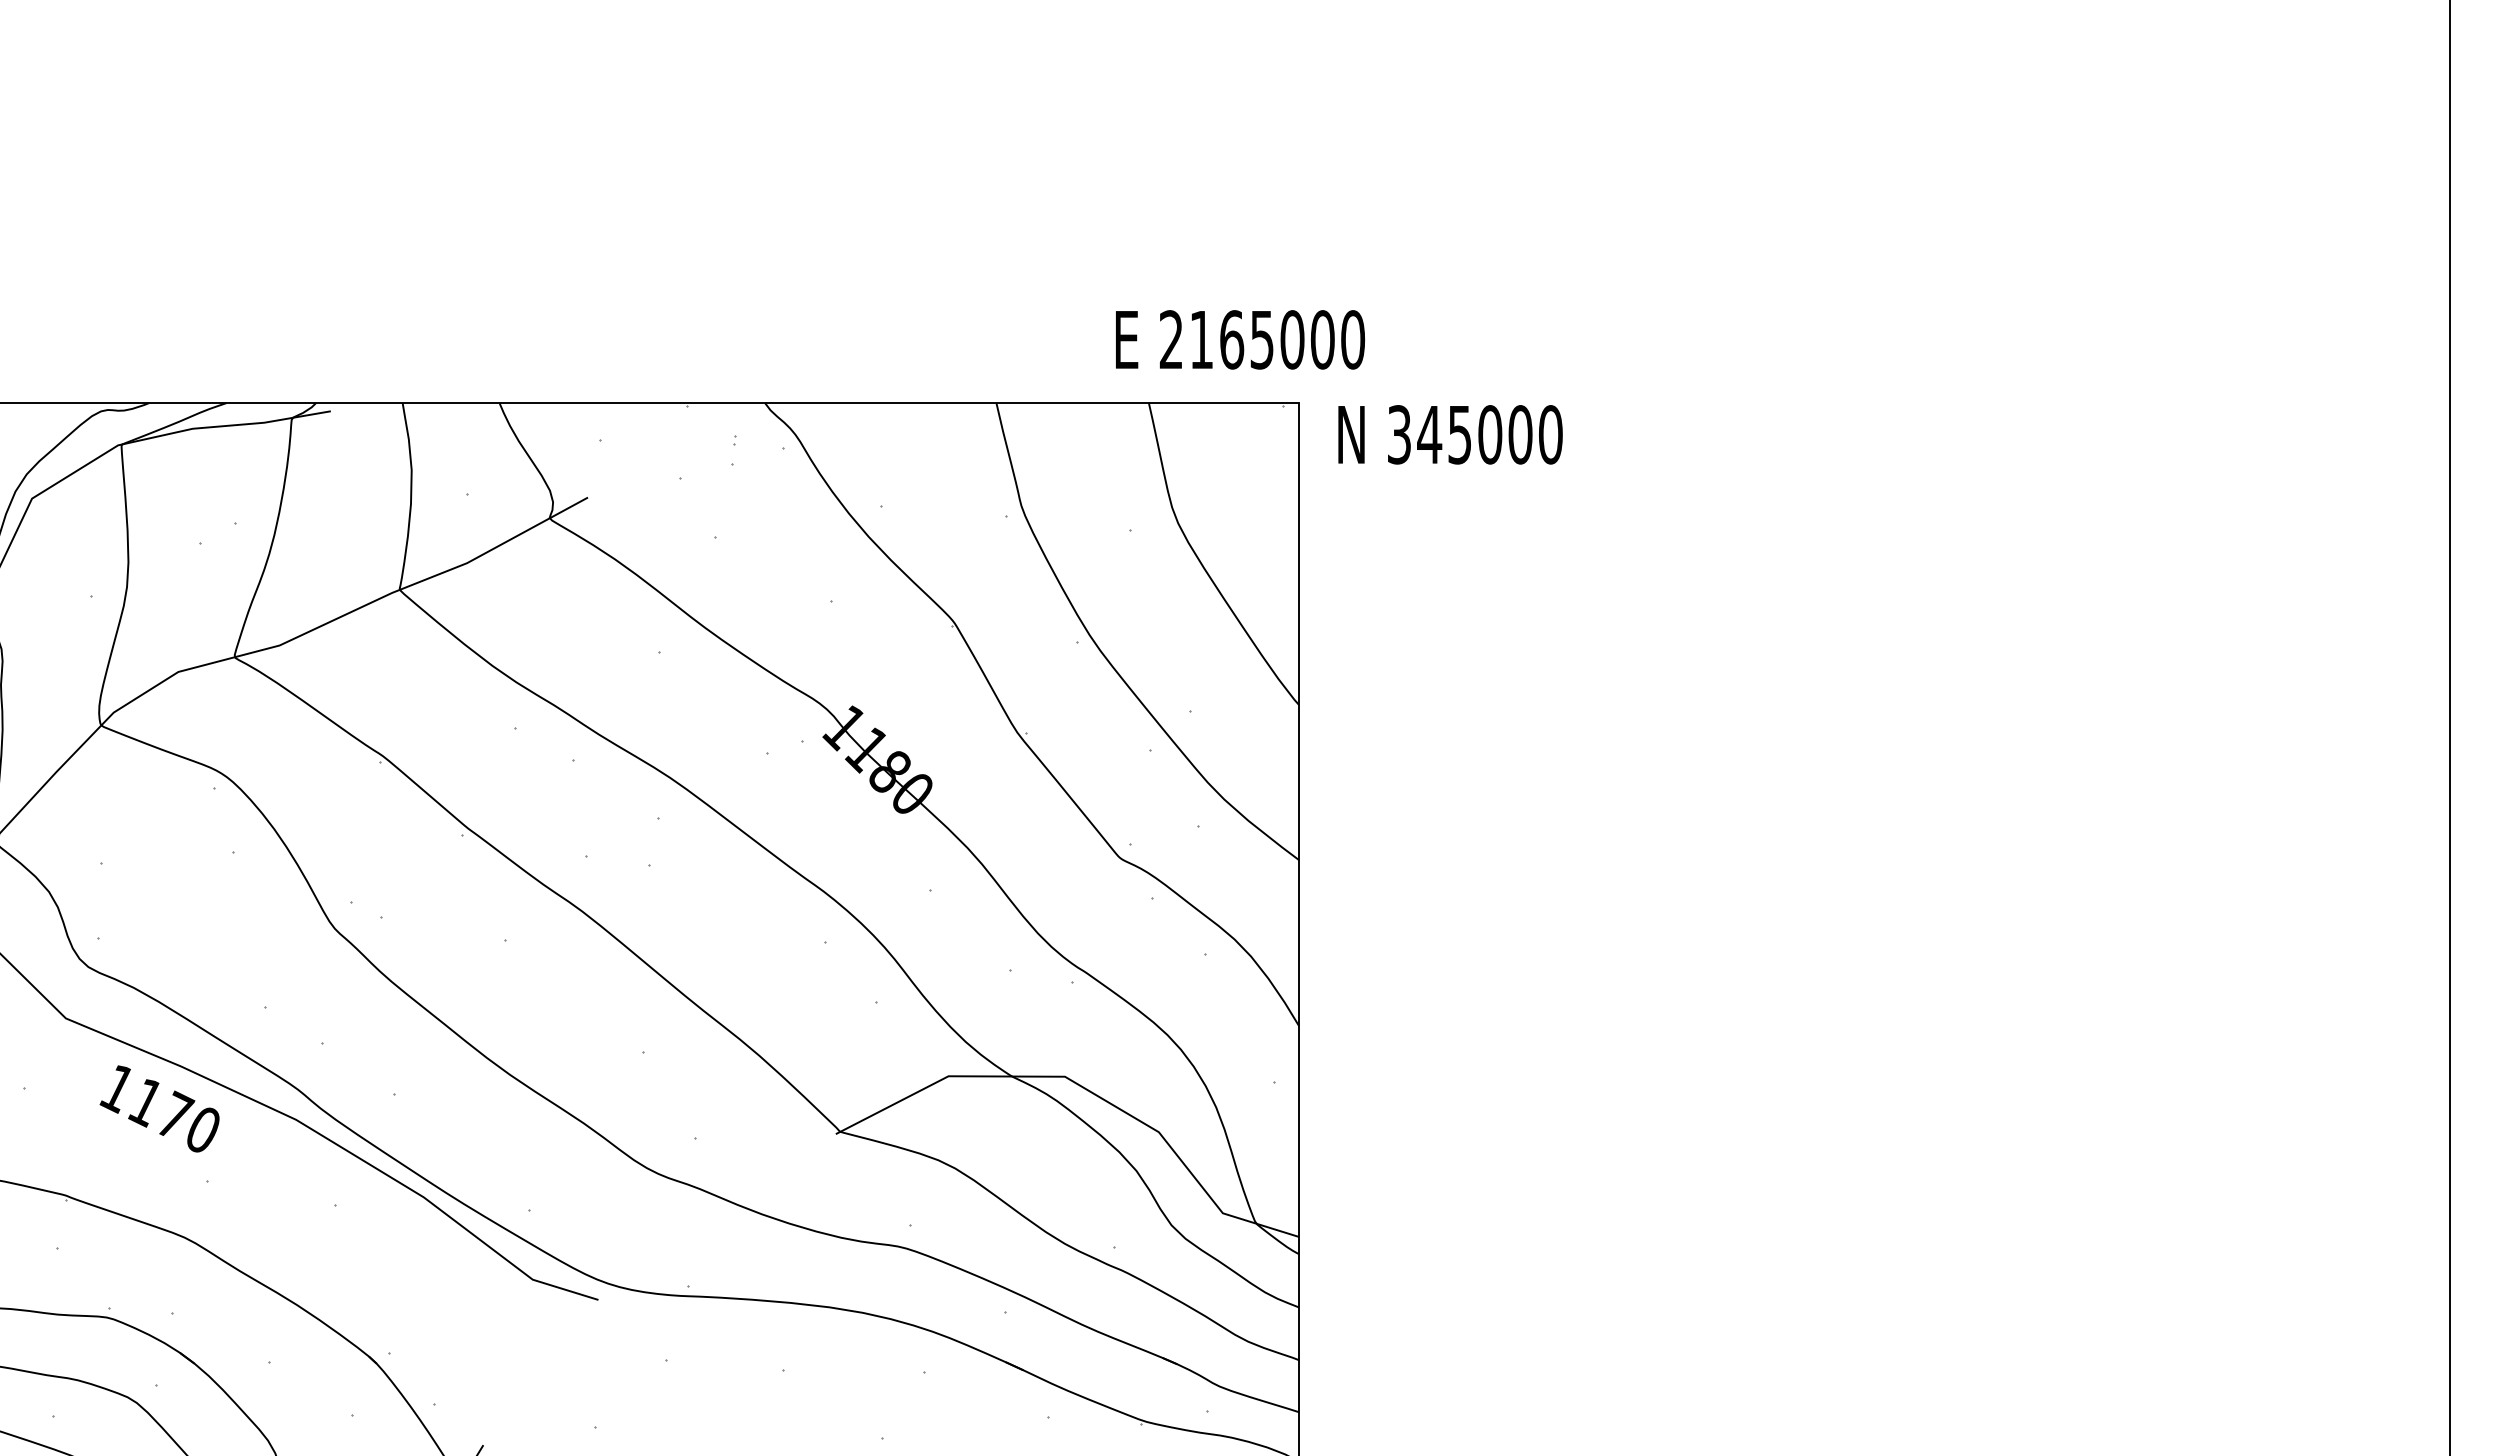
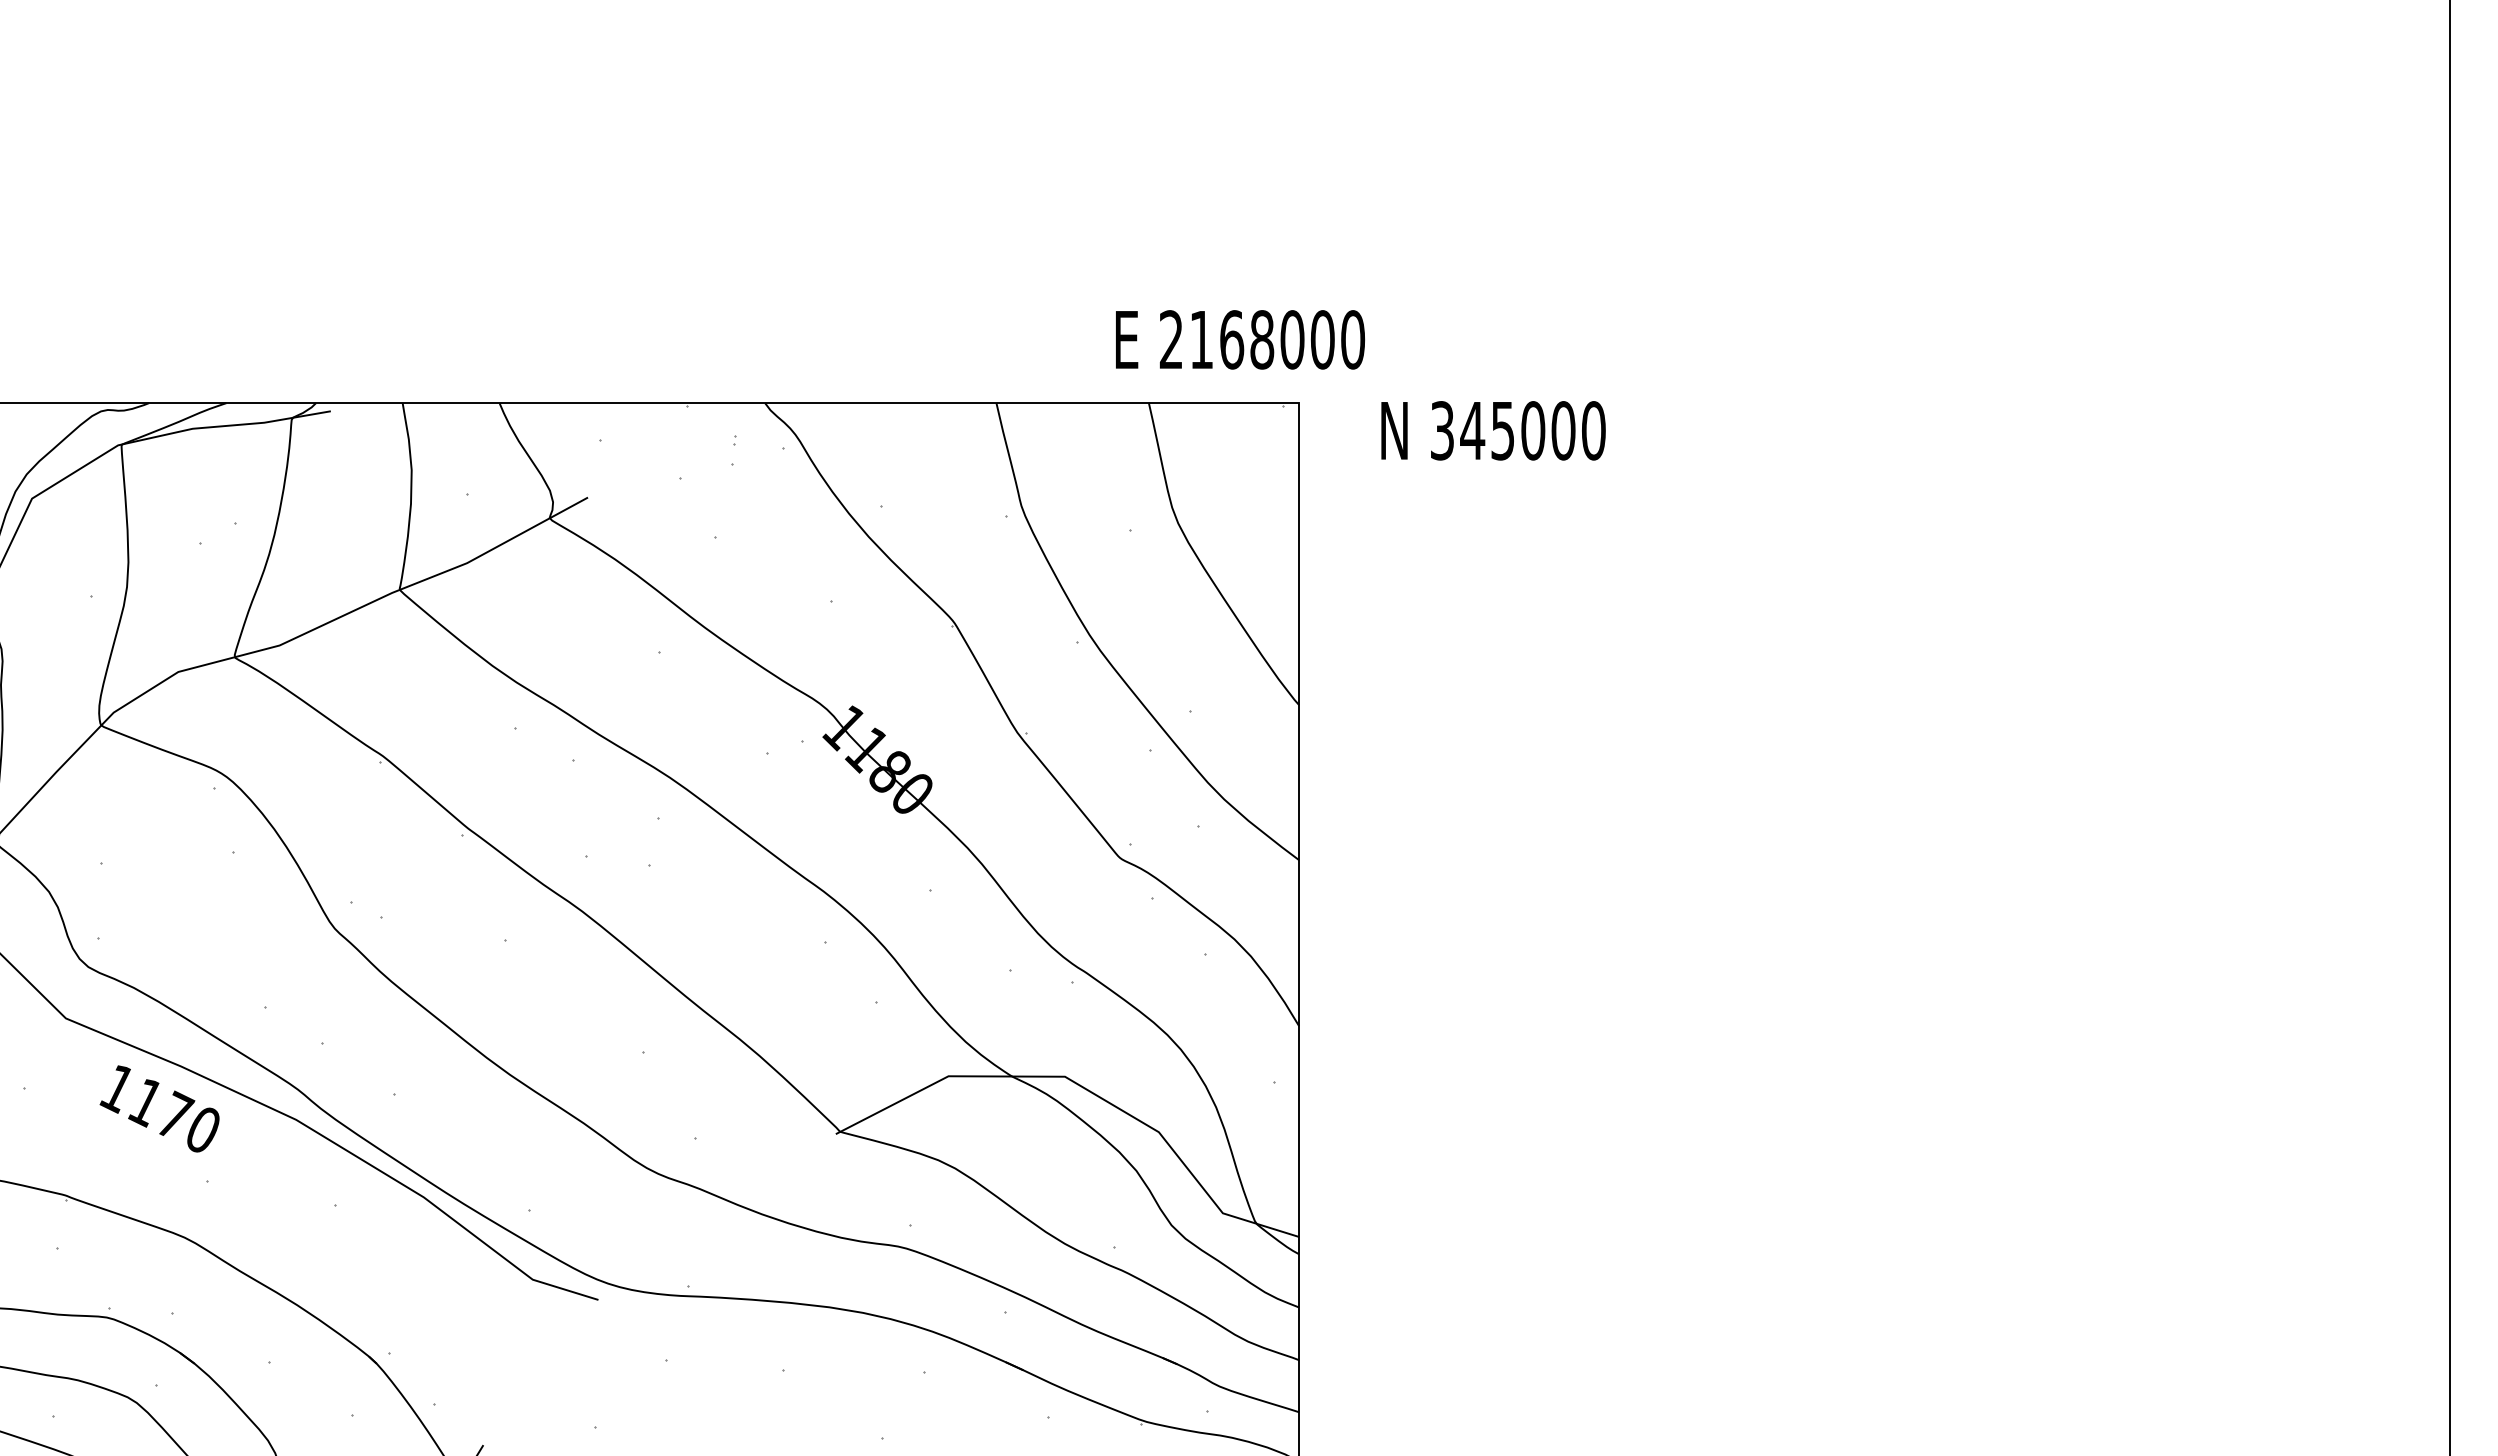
text at (1262, 339): 2165000 -> 2168000
text at (1450, 434) position: (1450, 434) -> (1493, 430)
